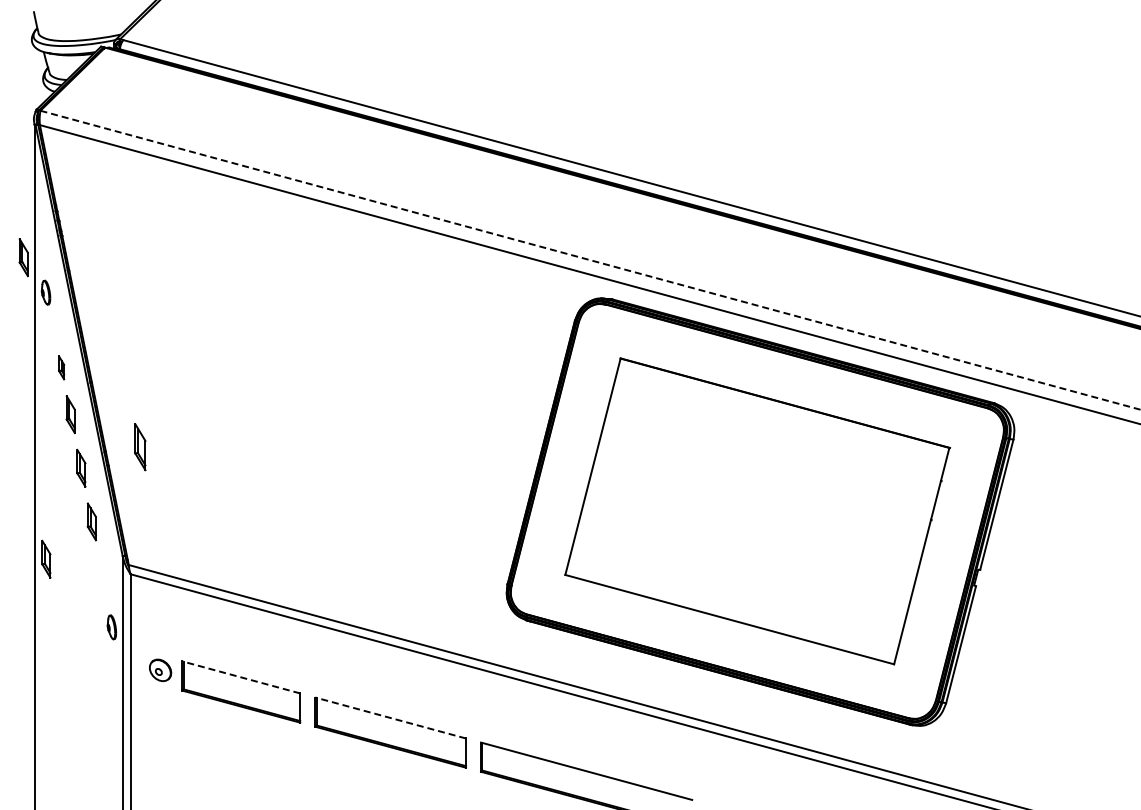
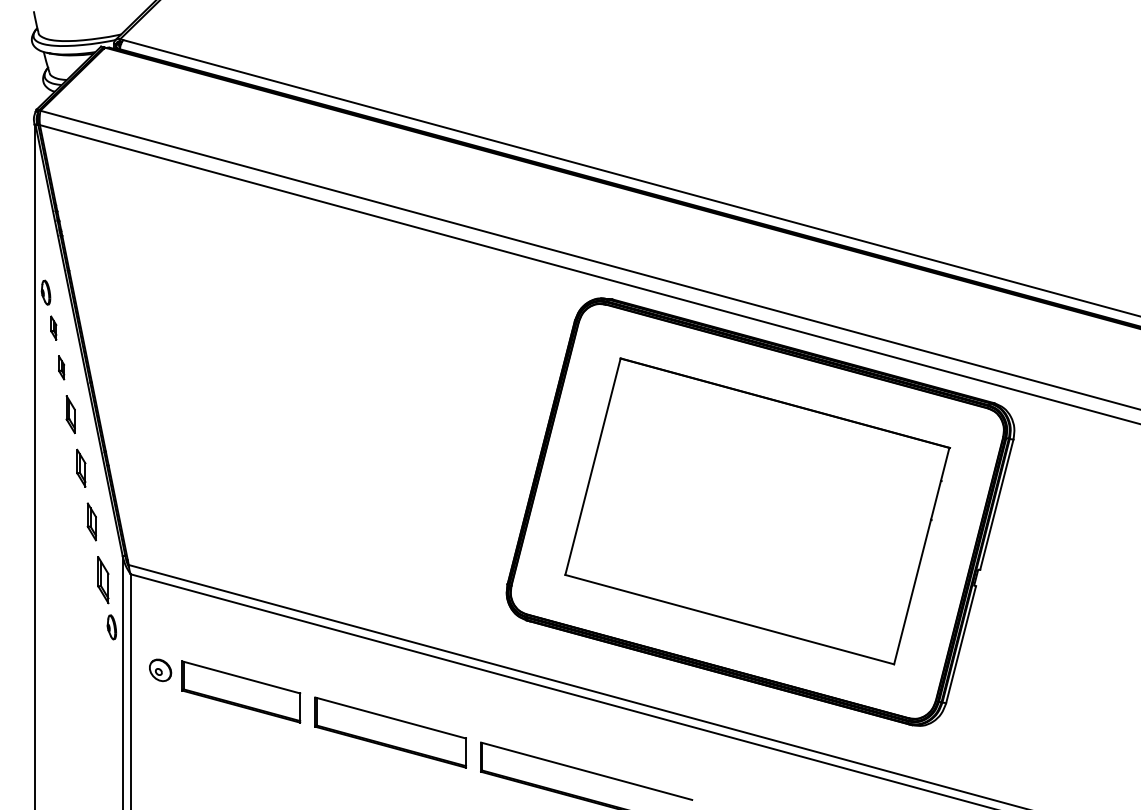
part at (23, 257): present -> none
line at (590, 260): dashed -> solid
part at (53, 327): none -> present
part at (140, 447) position: (140, 447) -> (103, 580)
part at (46, 558): present -> none
line at (241, 677): dashed -> solid
line at (390, 717): dashed -> solid
